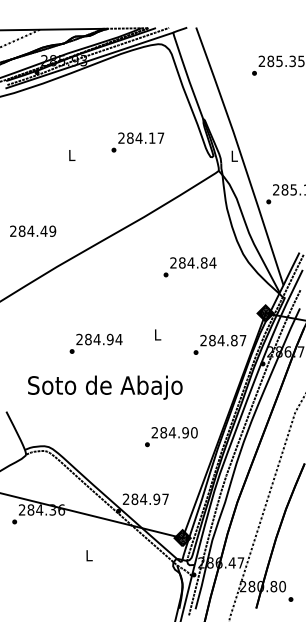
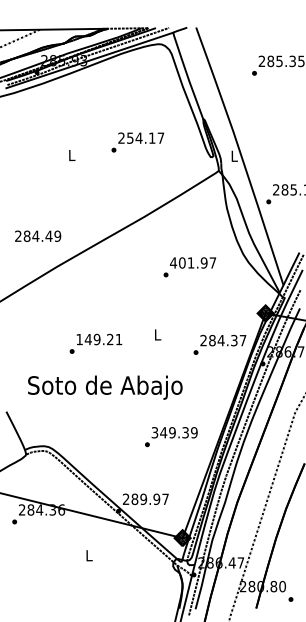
text at (130, 137): 284.17 -> 254.17
text at (33, 230) position: (33, 230) -> (38, 235)
text at (193, 262): 284.84 -> 401.97
text at (99, 339): 284.94 -> 149.21
text at (234, 340): 284.87 -> 284.37
text at (174, 432): 284.90 -> 349.39
text at (143, 498): 284.97 -> 289.97
